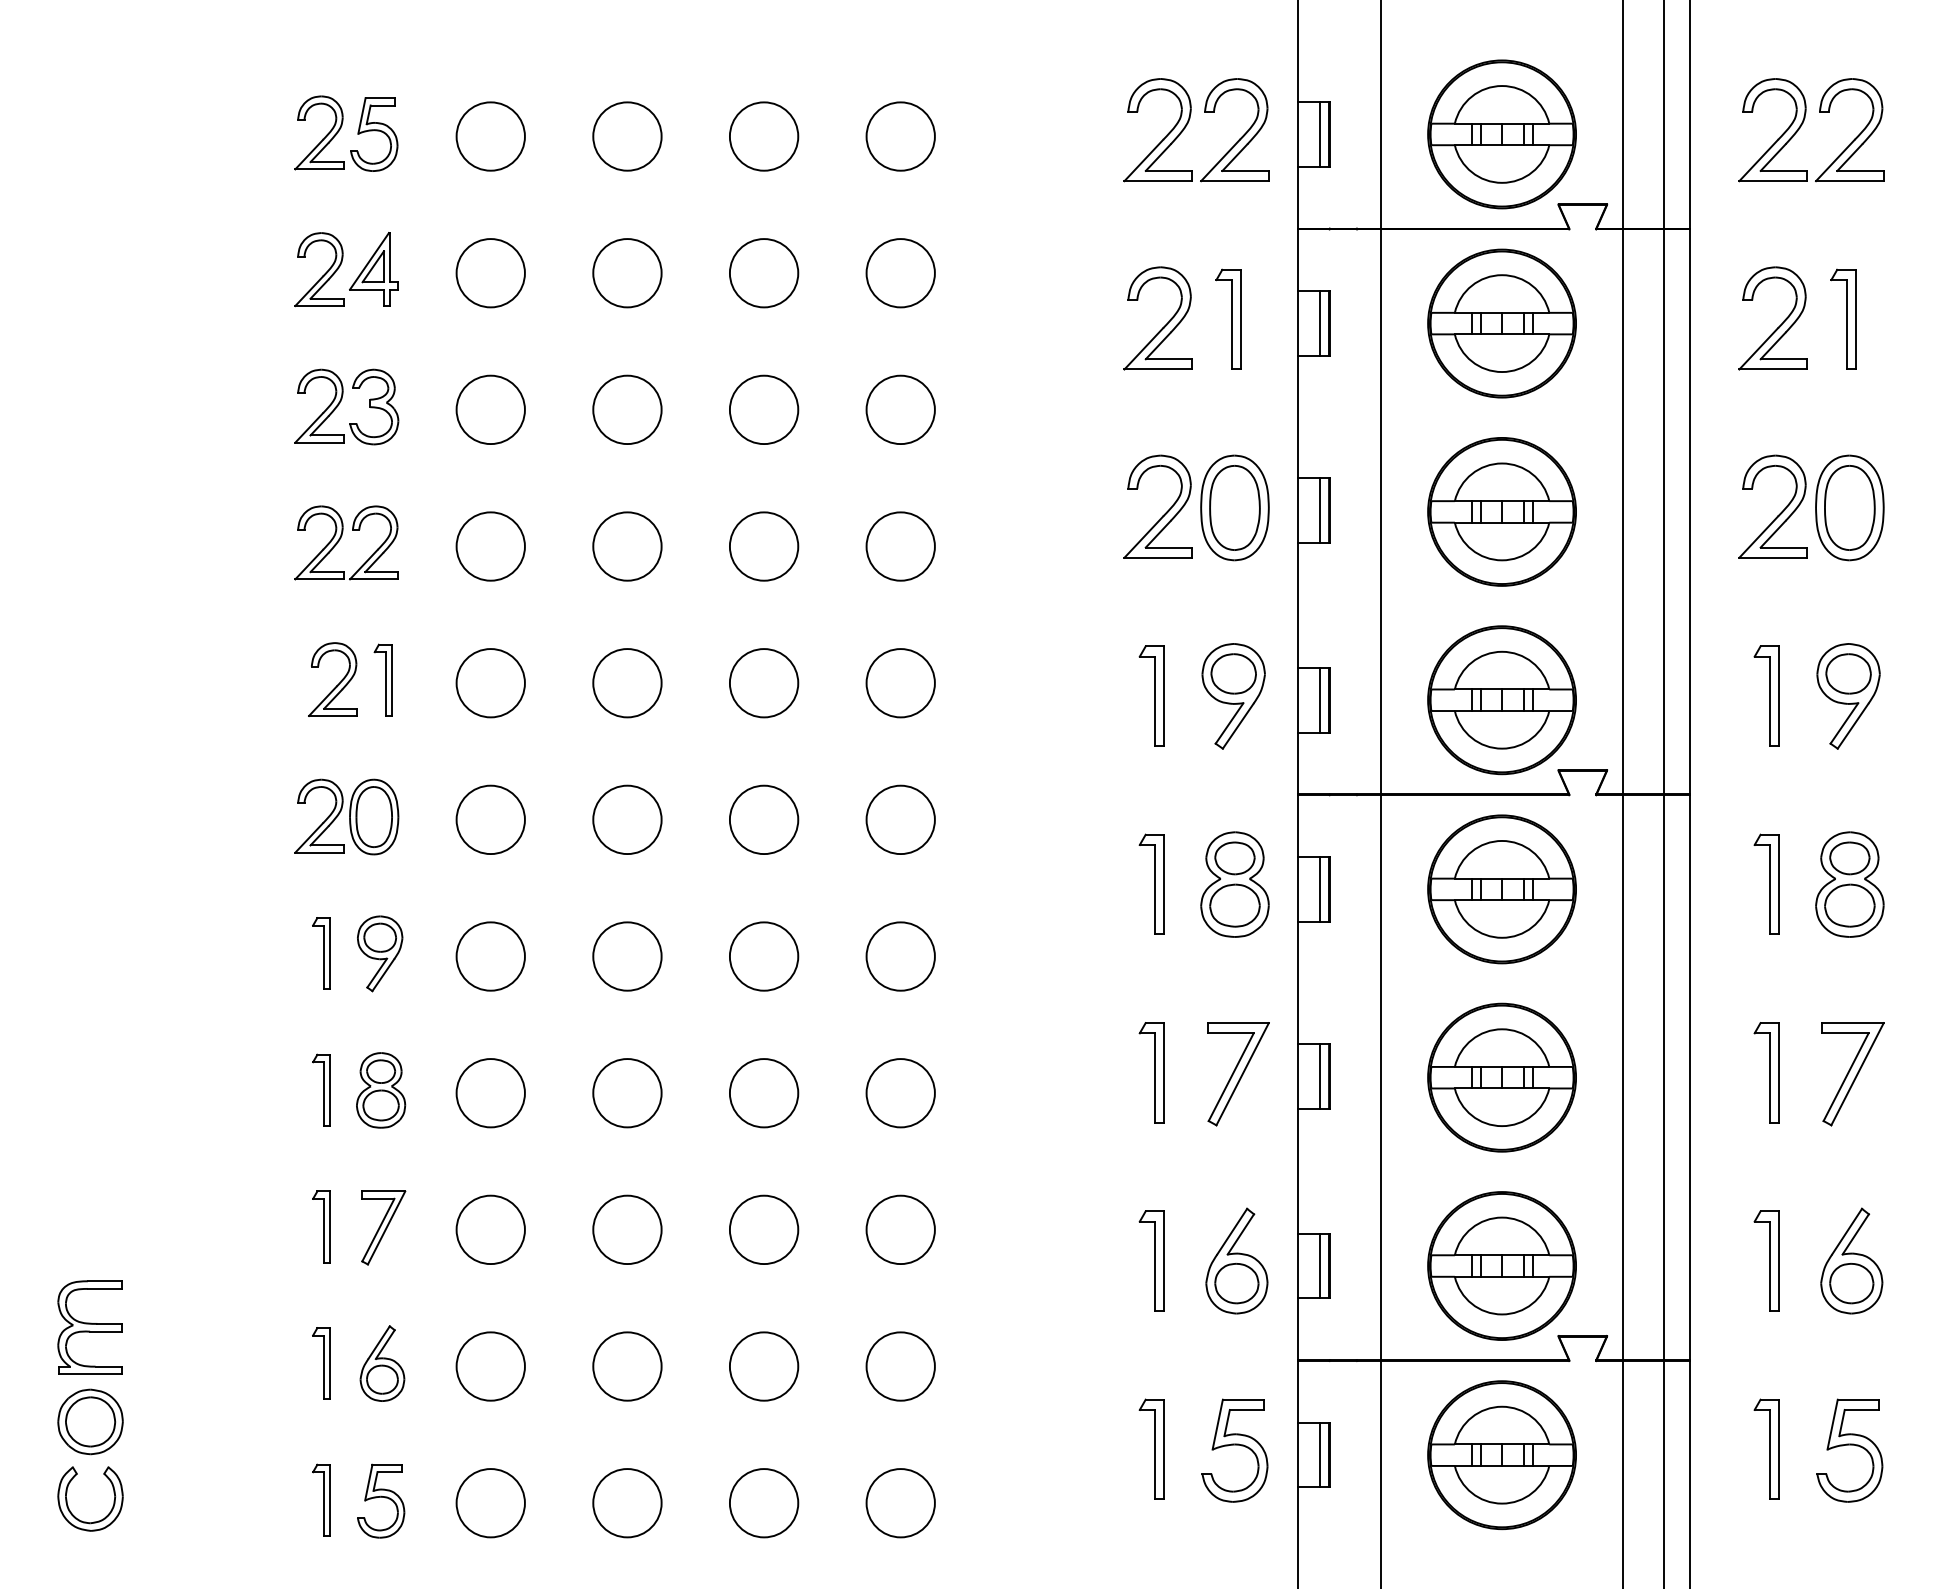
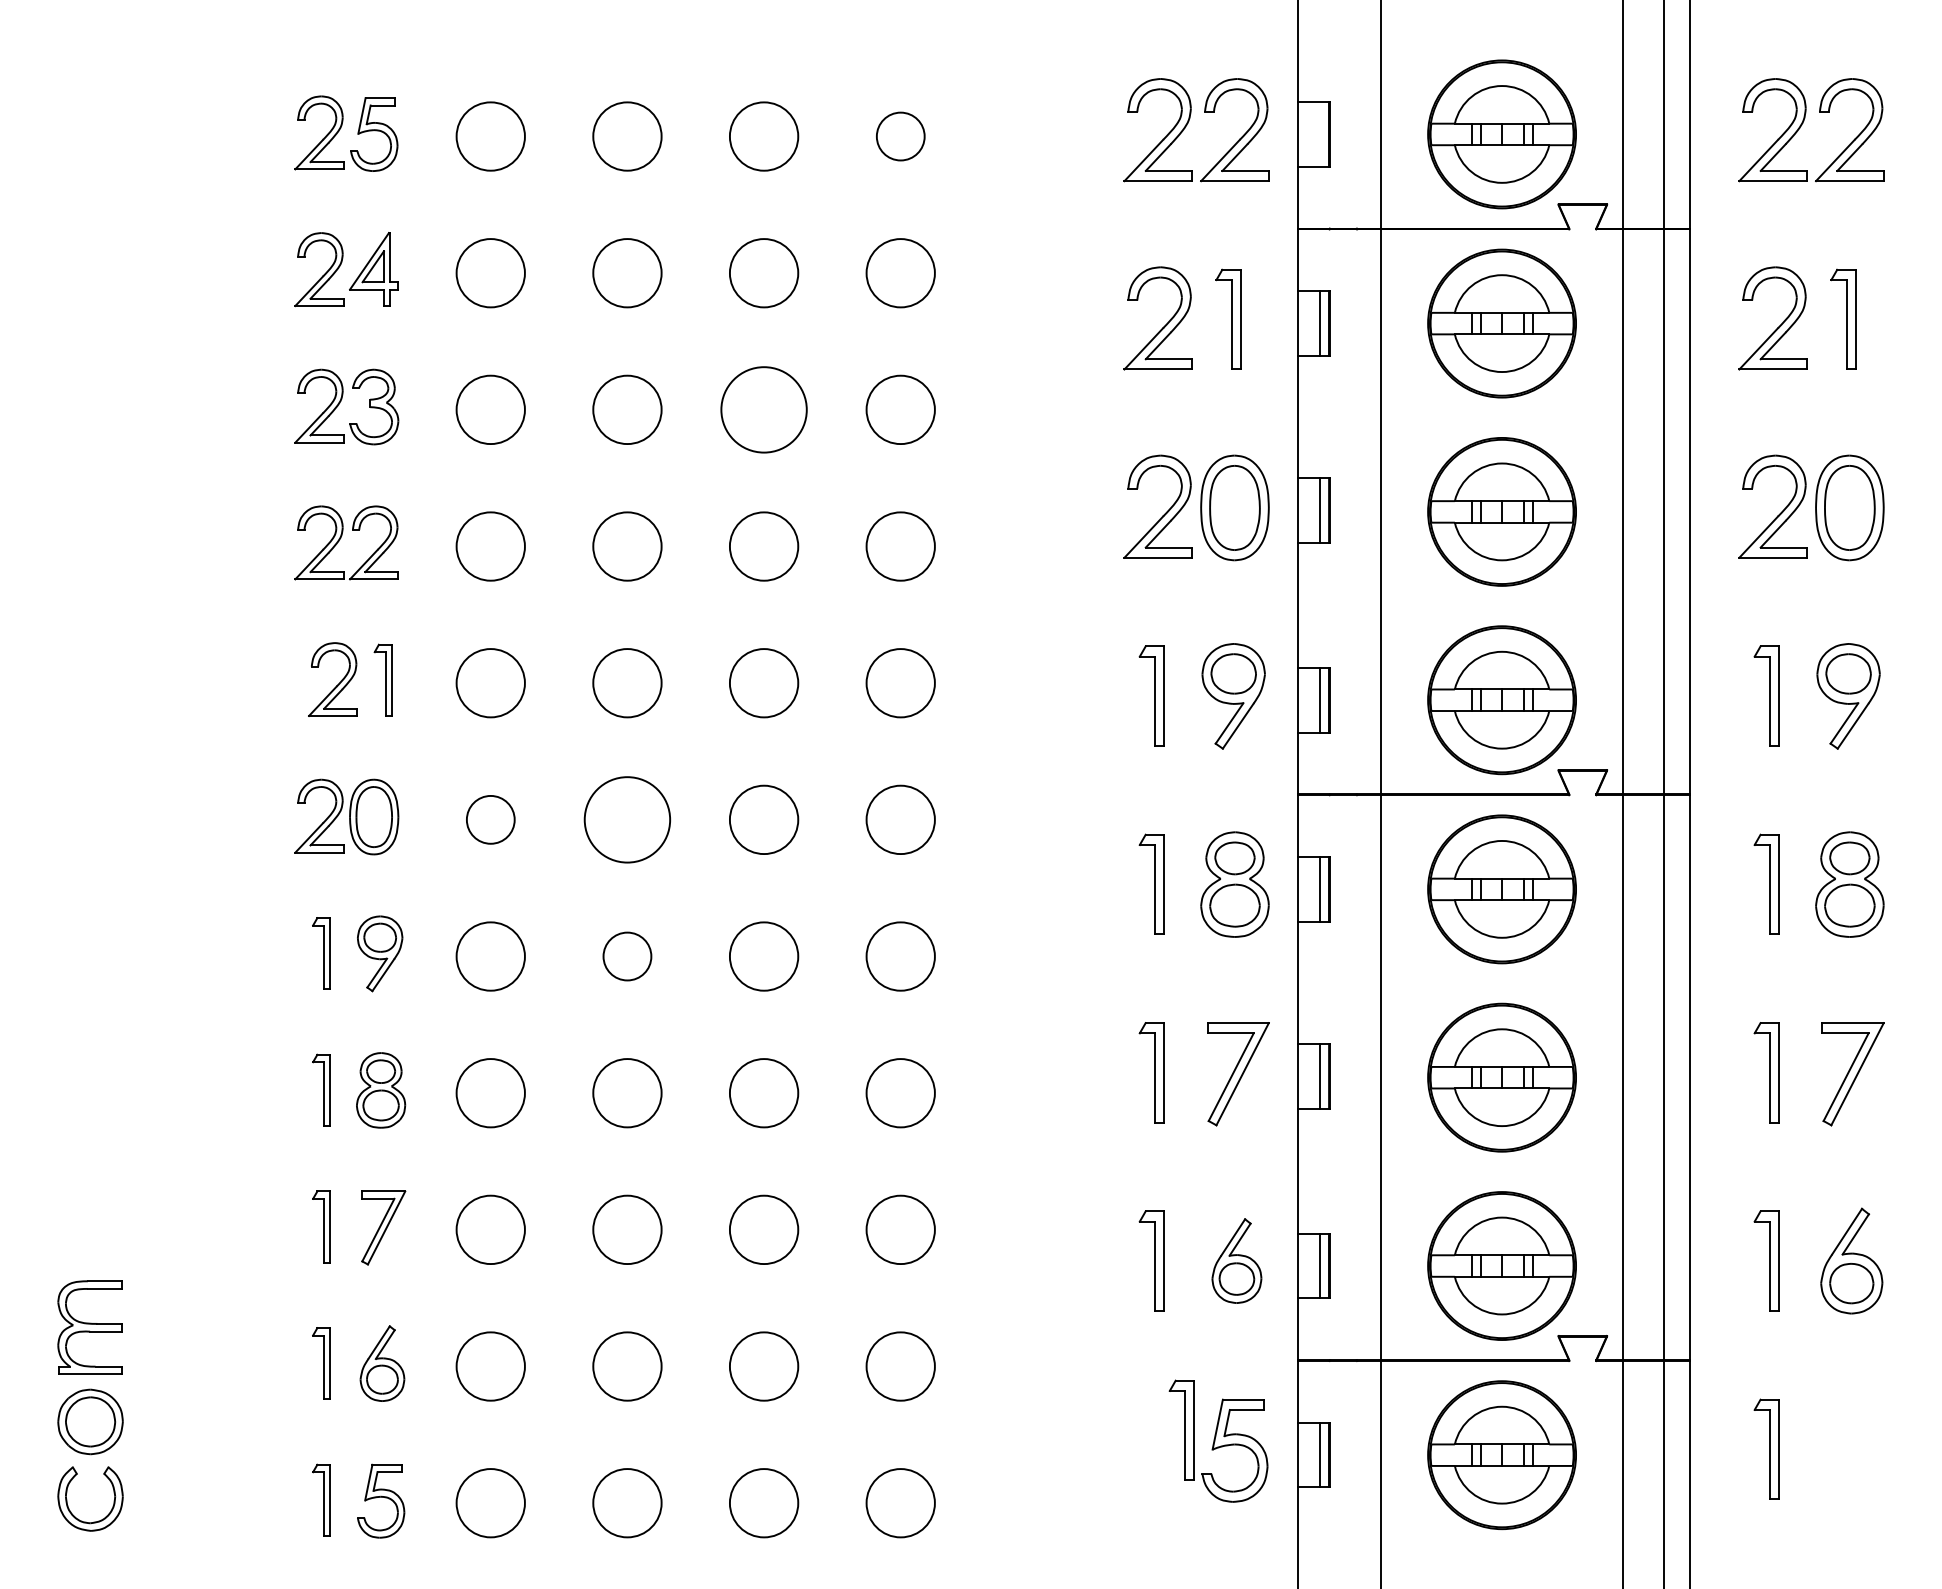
line at (1320, 134): present -> none
circle at (900, 136) diameter: 68 px -> 48 px
circle at (763, 409) diameter: 68 px -> 85 px
circle at (490, 819) diameter: 68 px -> 48 px
circle at (627, 819) diameter: 68 px -> 85 px
circle at (627, 956) diameter: 68 px -> 48 px
part at (1236, 1260) size: 64x108 px -> 52x86 px
part at (1151, 1448) position: (1151, 1448) -> (1181, 1429)
part at (1849, 1450): present -> none
